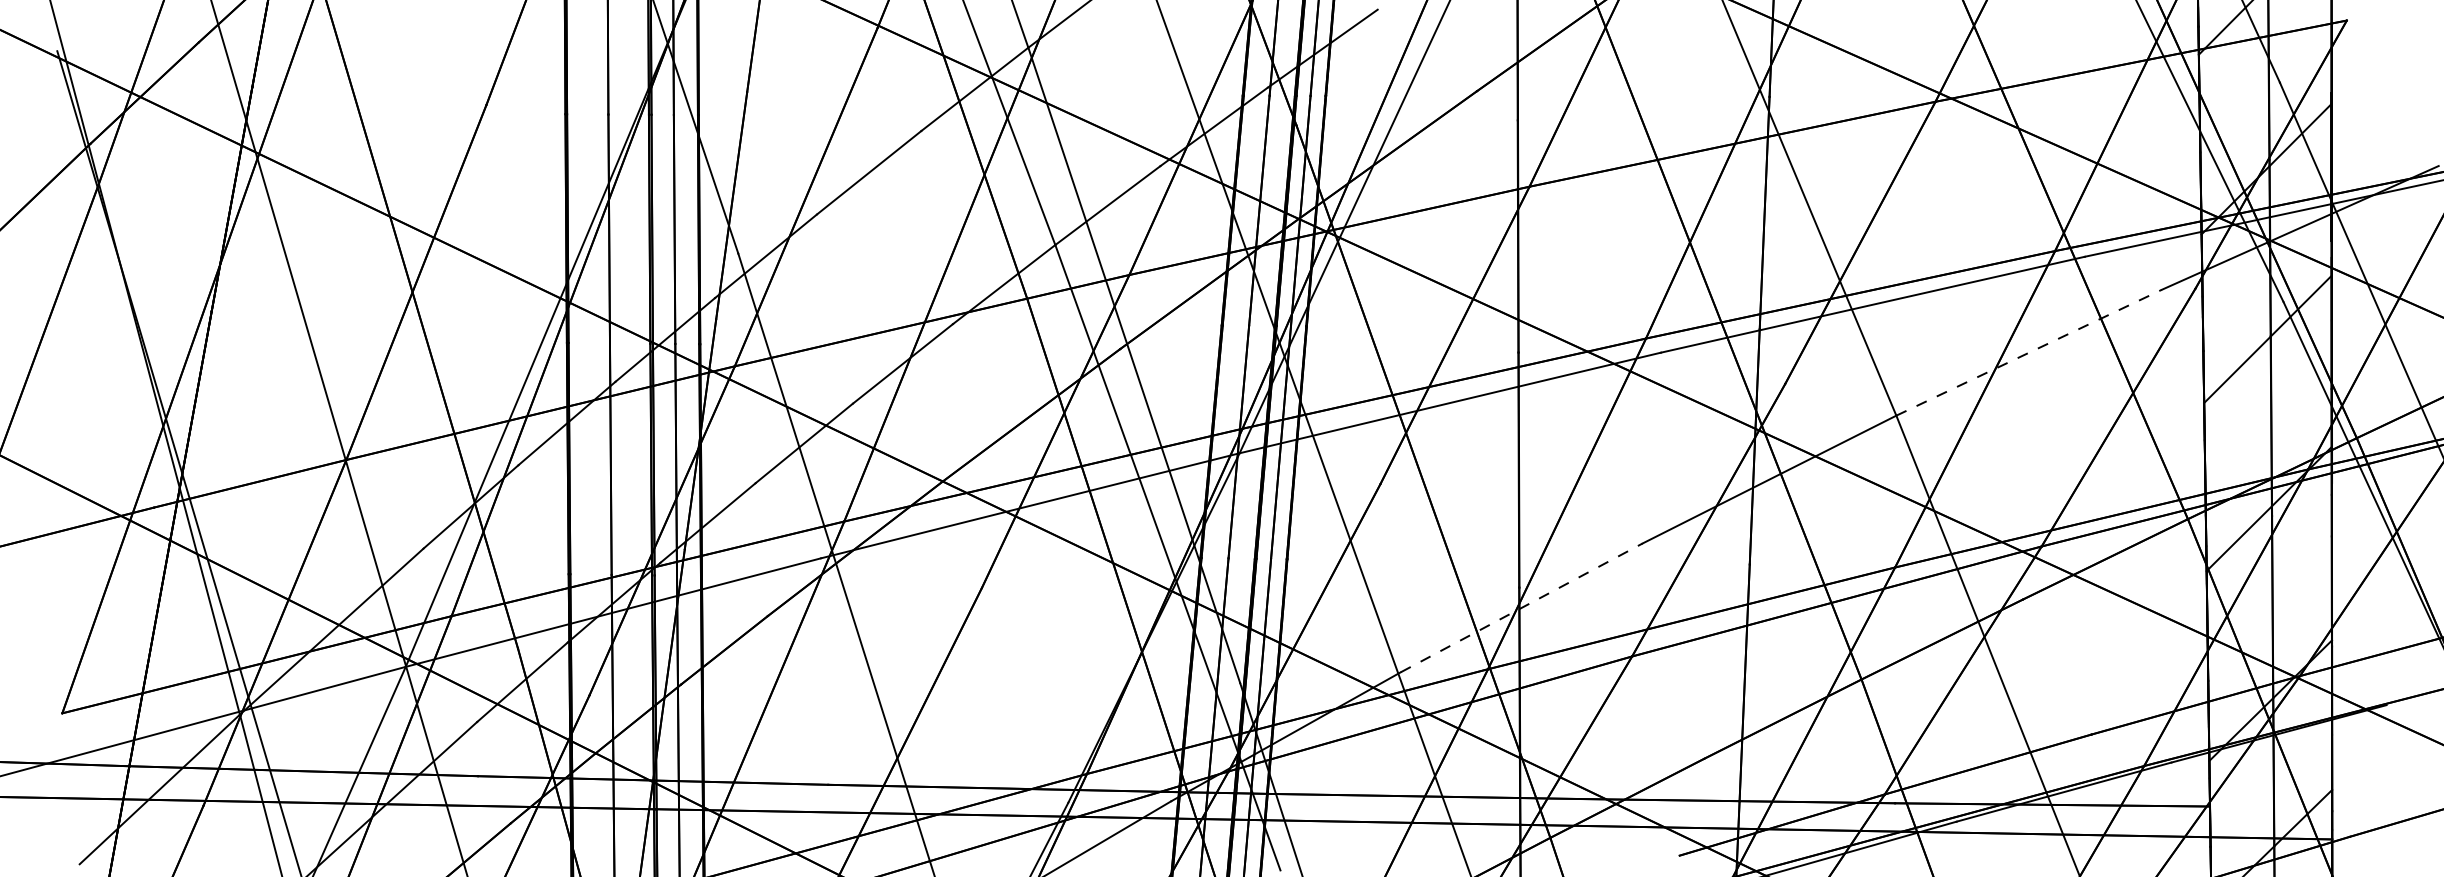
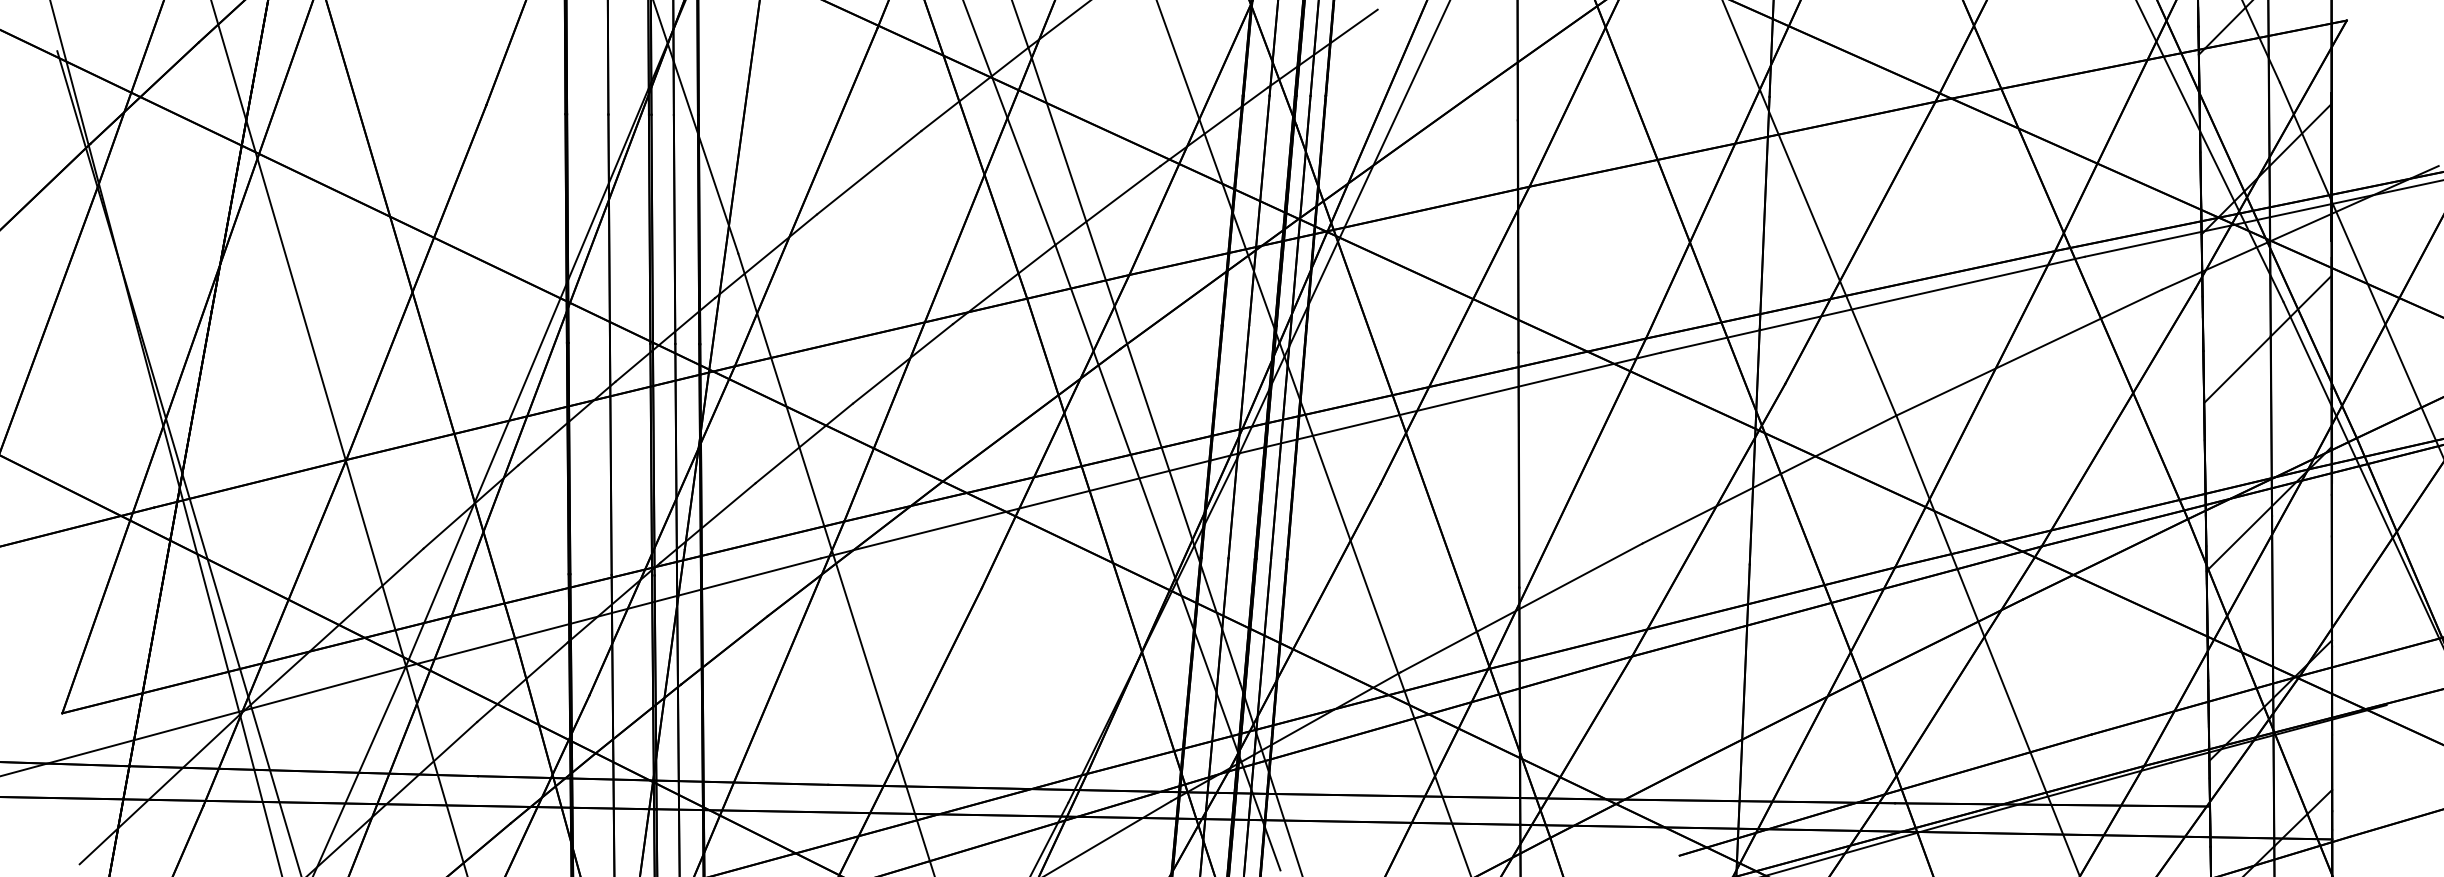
line at (2029, 352): dashed -> solid
line at (1521, 607): dashed -> solid
